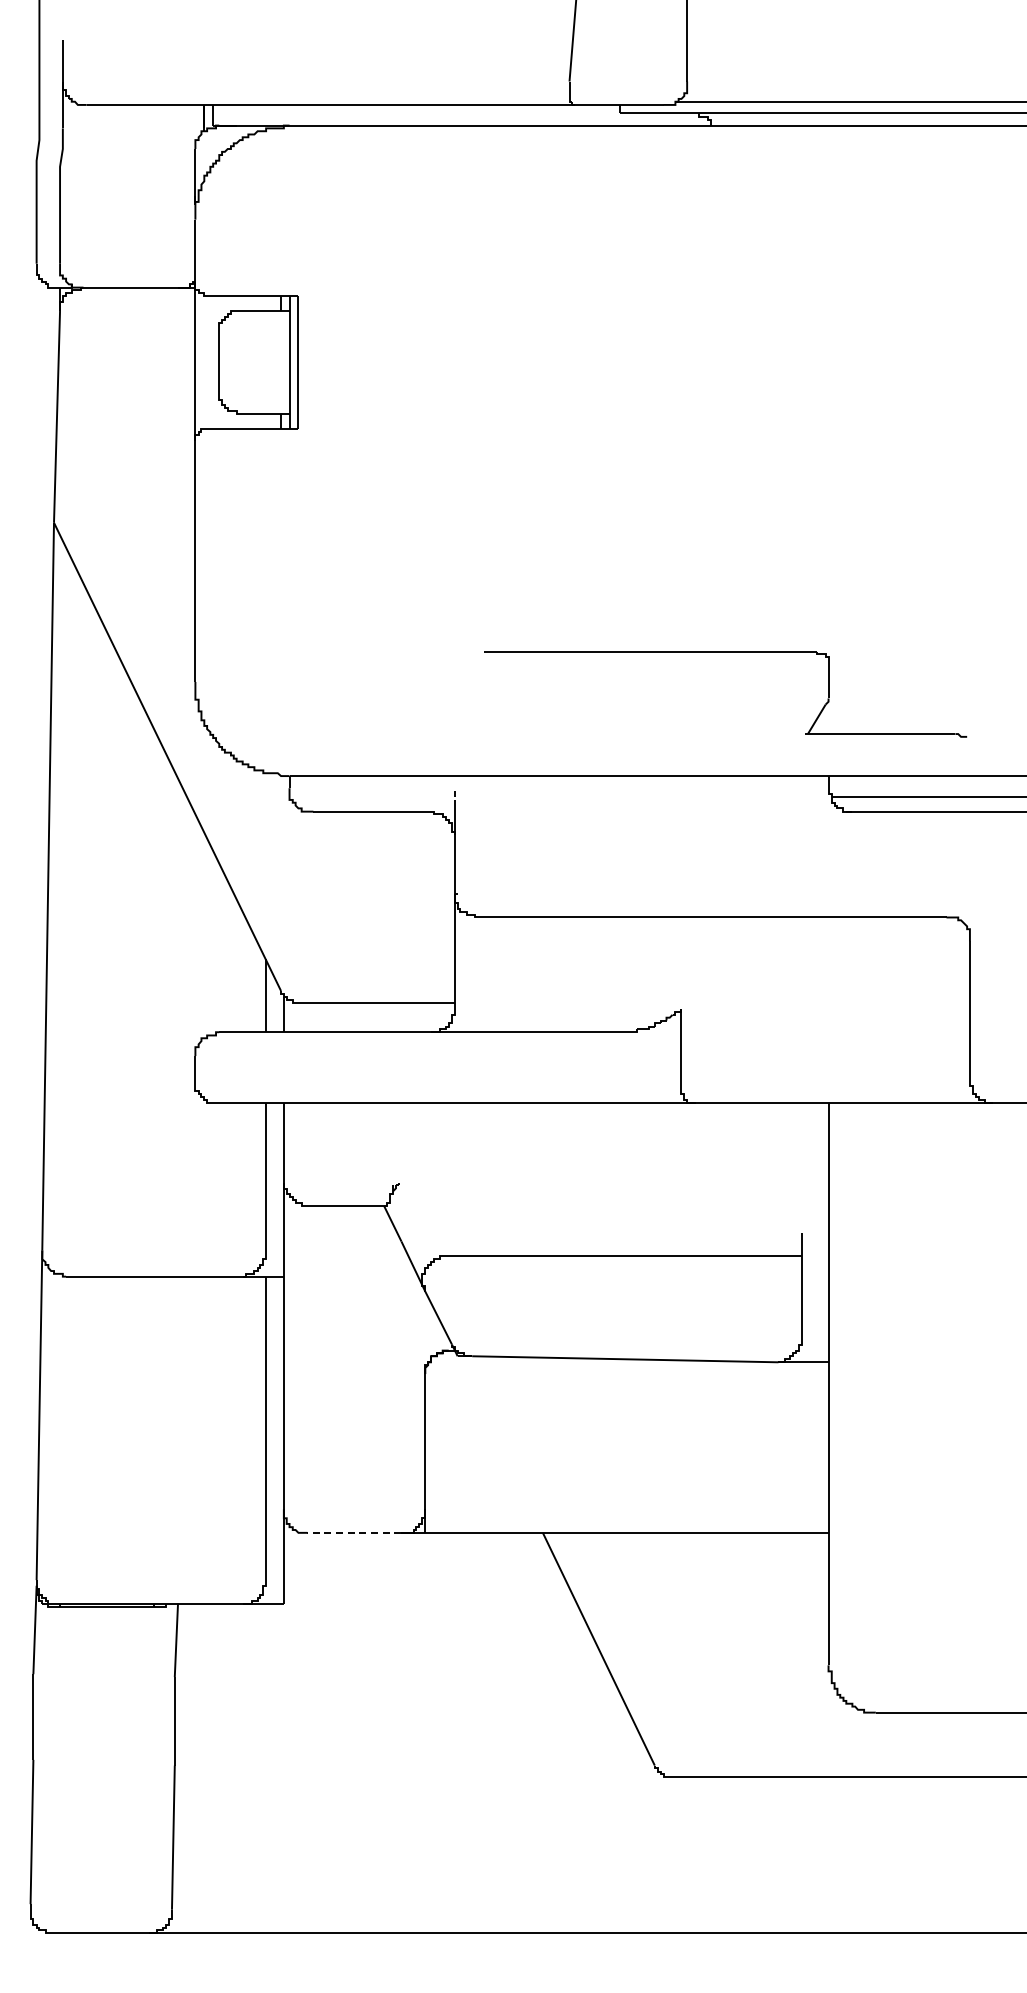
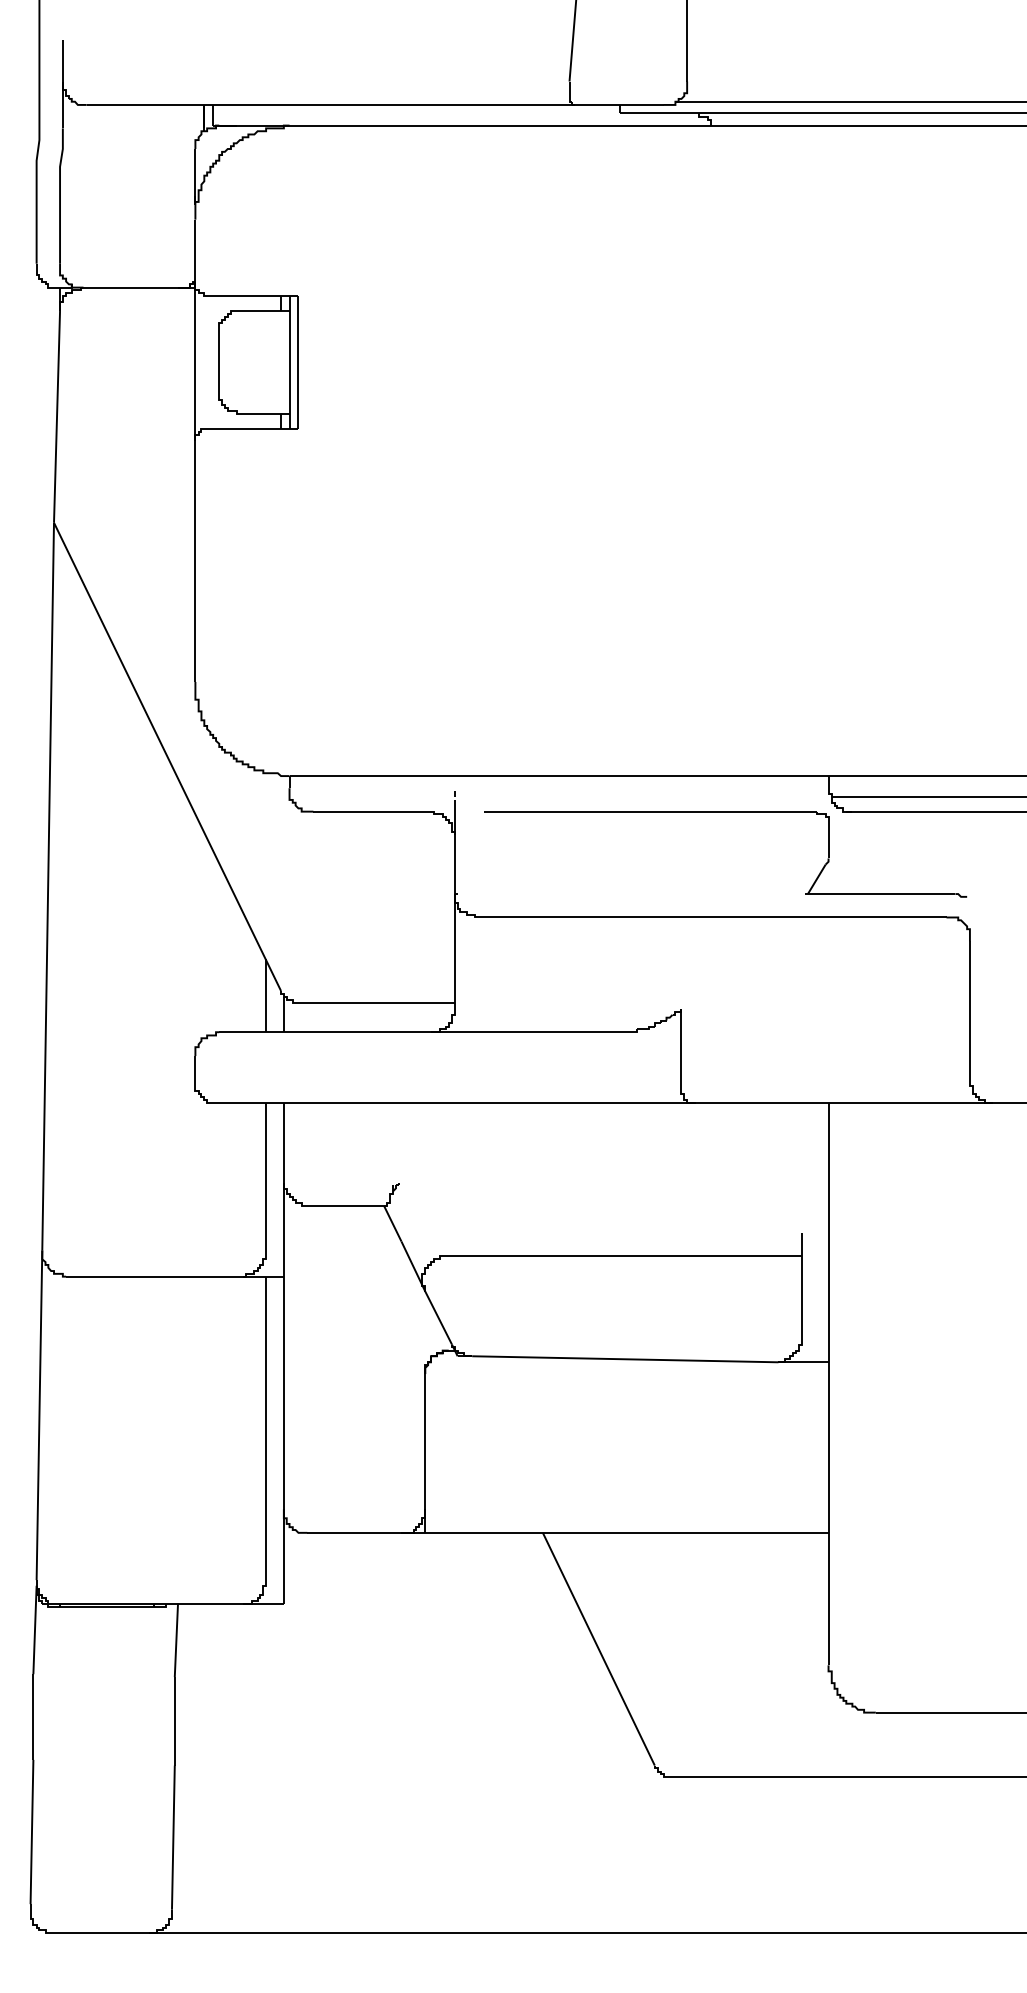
part at (725, 652) position: (725, 652) -> (725, 812)
line at (353, 1532): dashed -> solid
